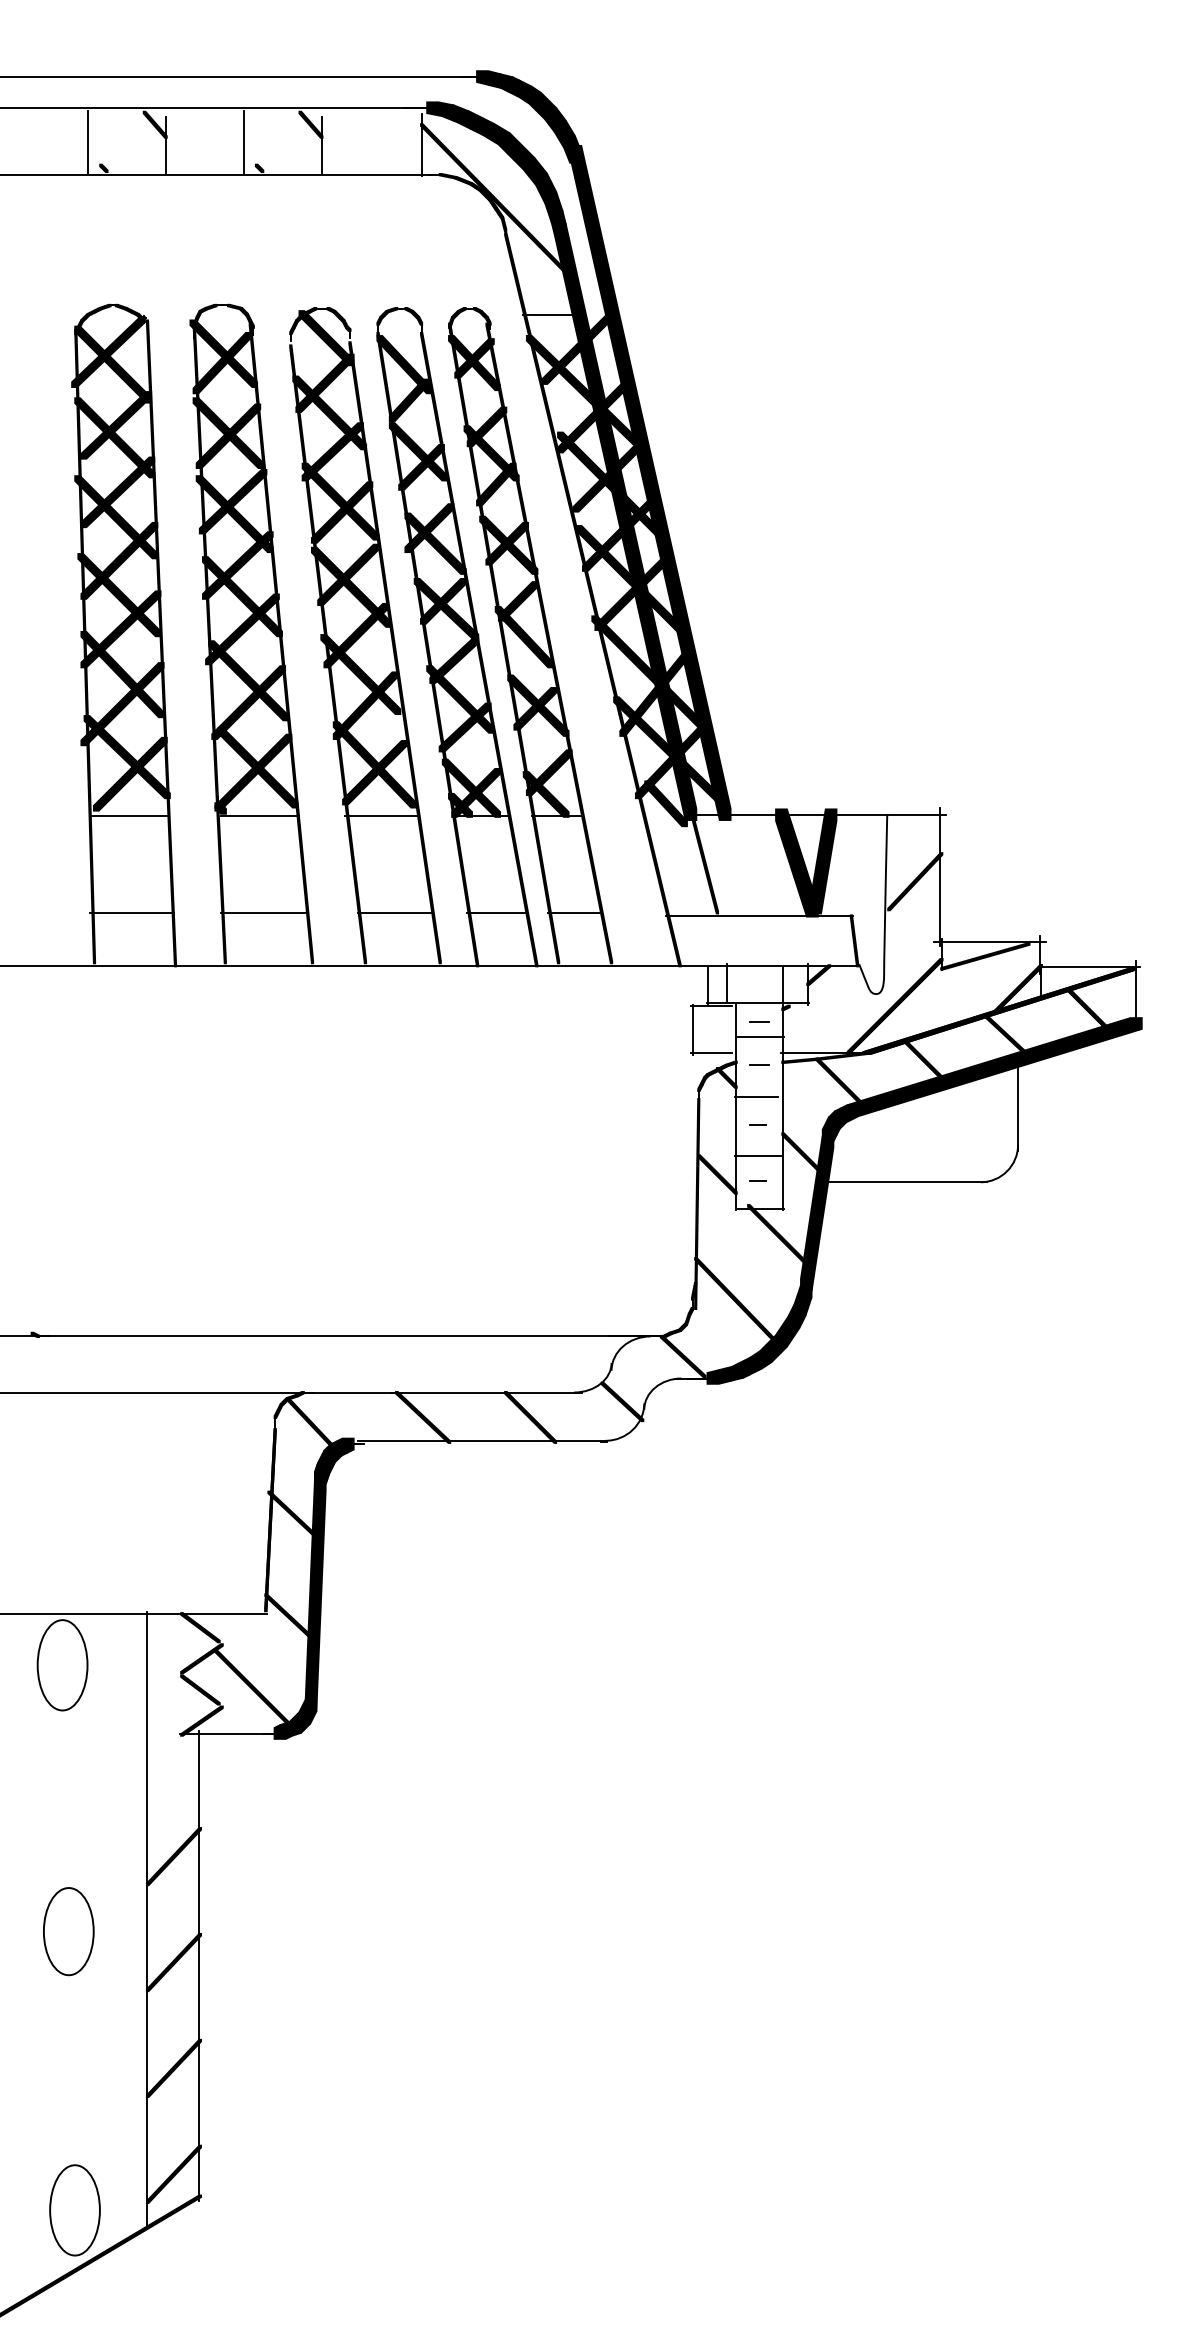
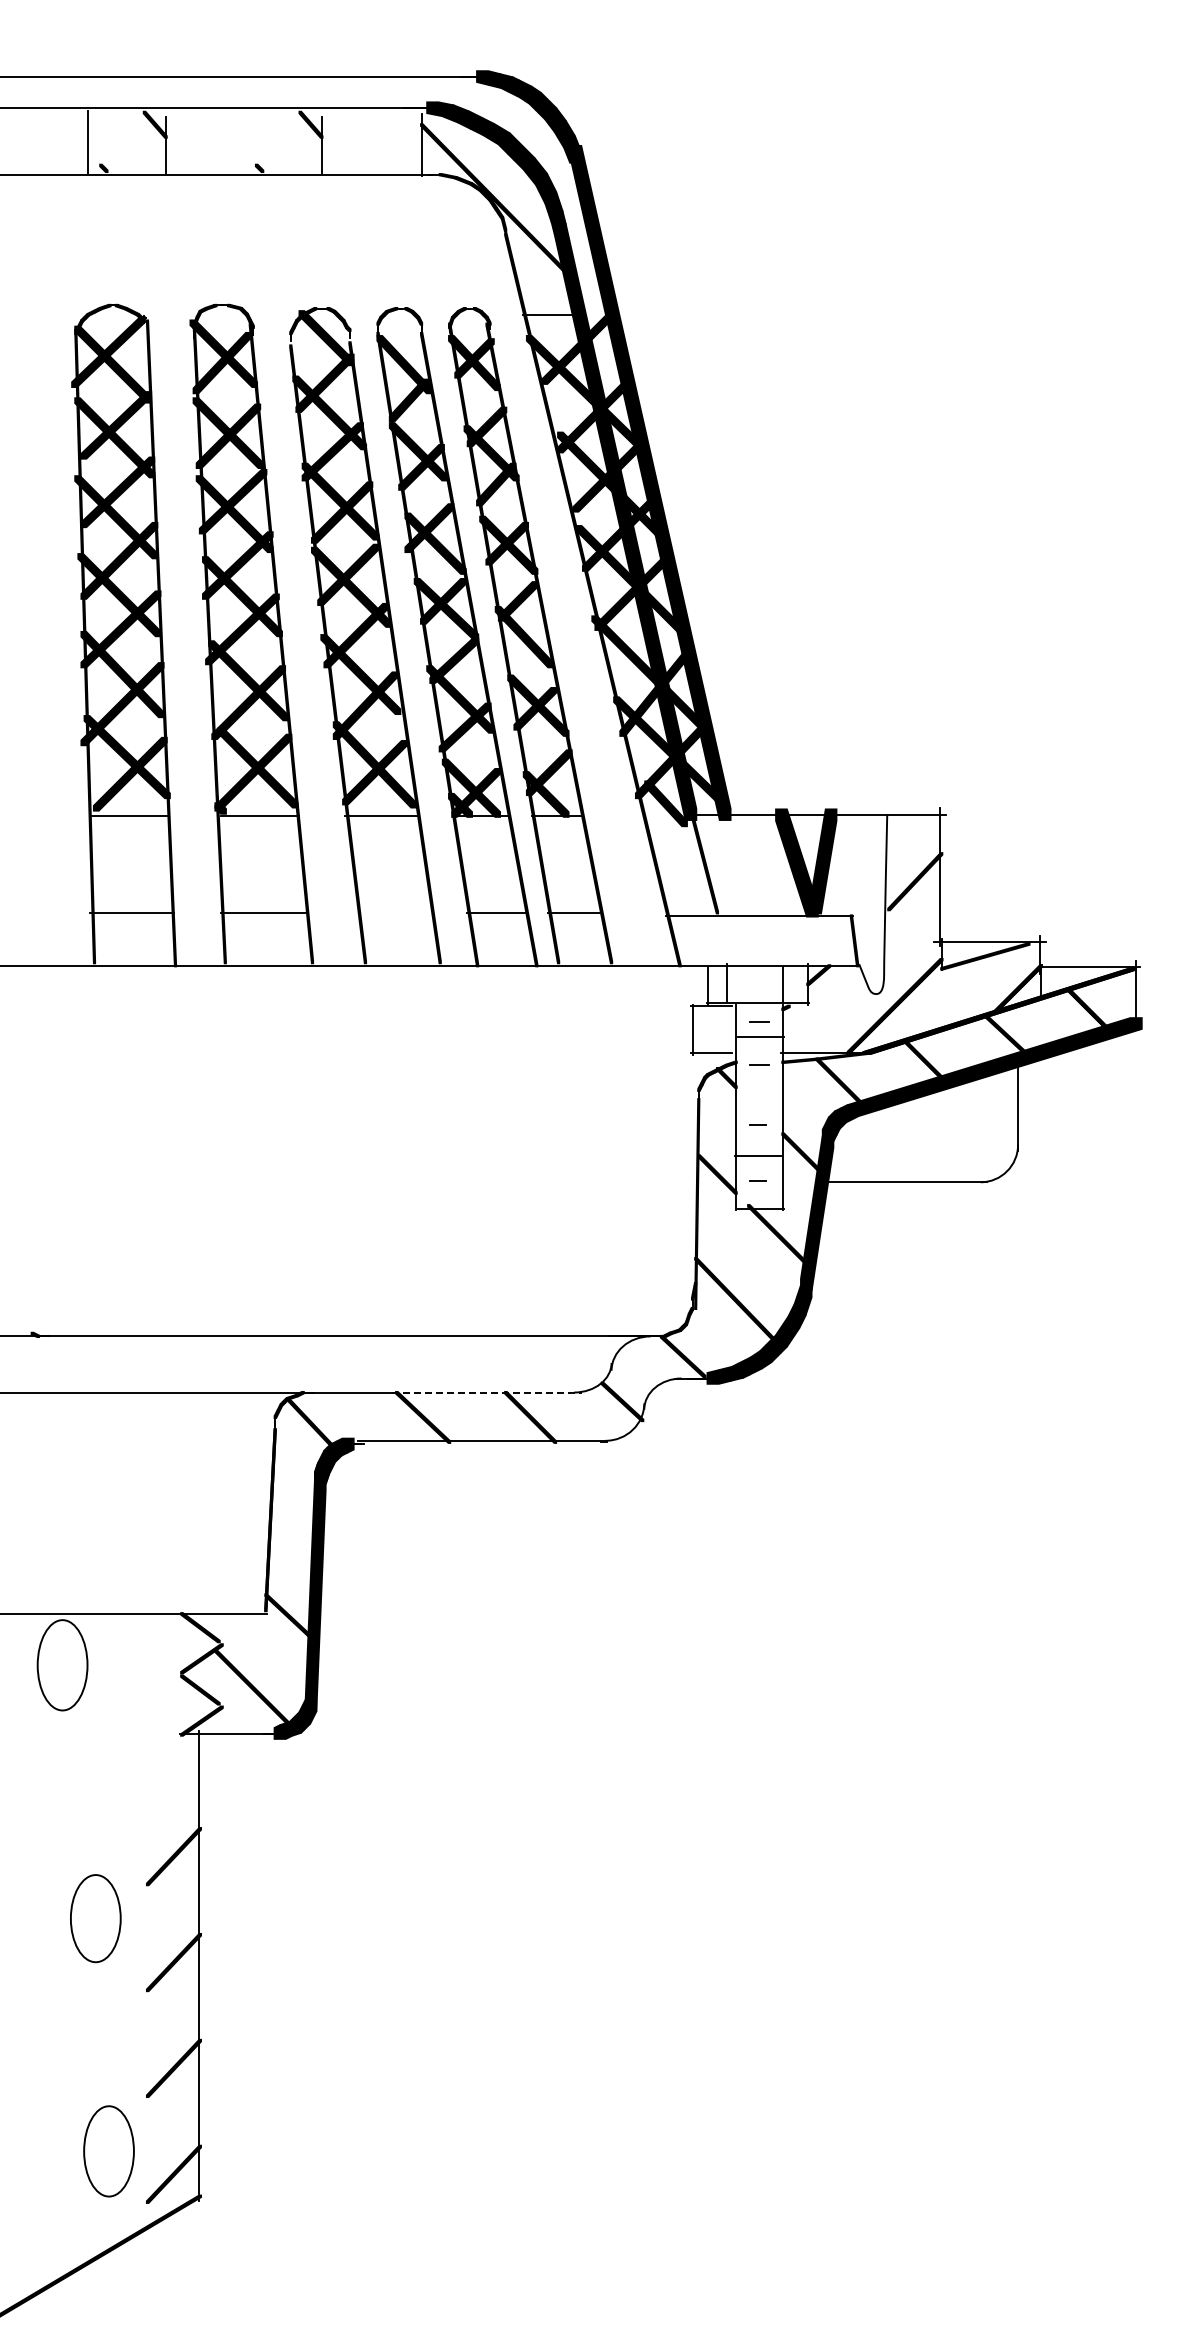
line at (244, 141): present -> none
line at (394, 912): present -> none
line at (756, 1096): present -> none
line at (487, 1392): solid -> dashed
fill at (293, 1515): present -> none
line at (147, 1920): present -> none
part at (68, 1931) position: (68, 1931) -> (95, 1918)
part at (74, 2210) position: (74, 2210) -> (108, 2151)
